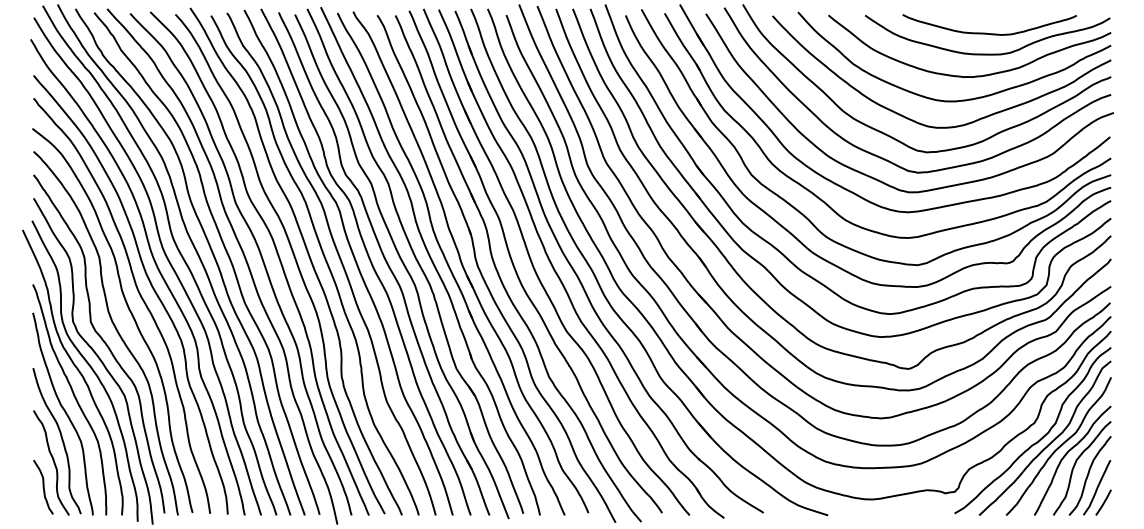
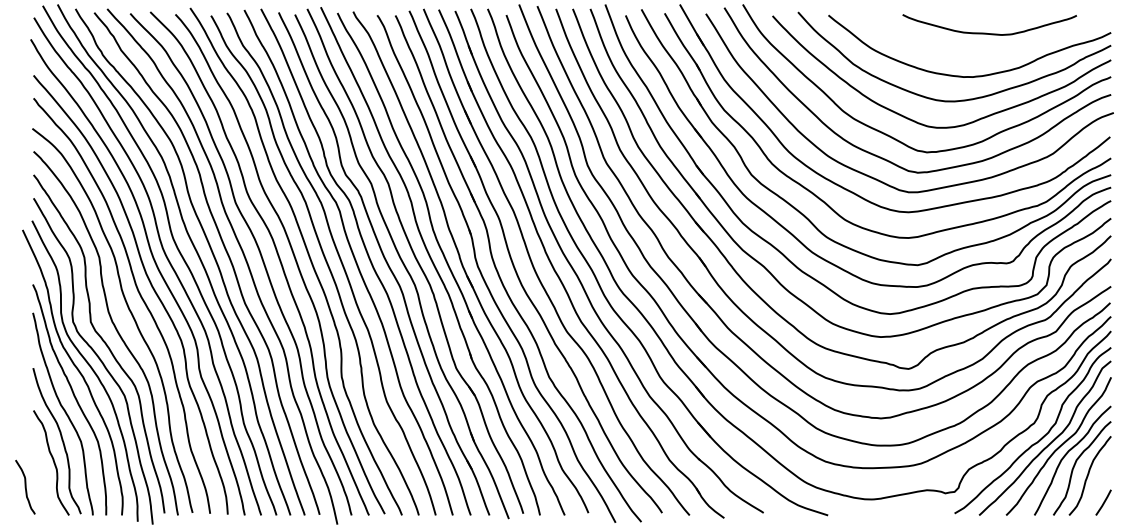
curve at (987, 53): present -> none
curve at (43, 486) position: (43, 486) -> (25, 486)
curve at (1097, 487): present -> none
